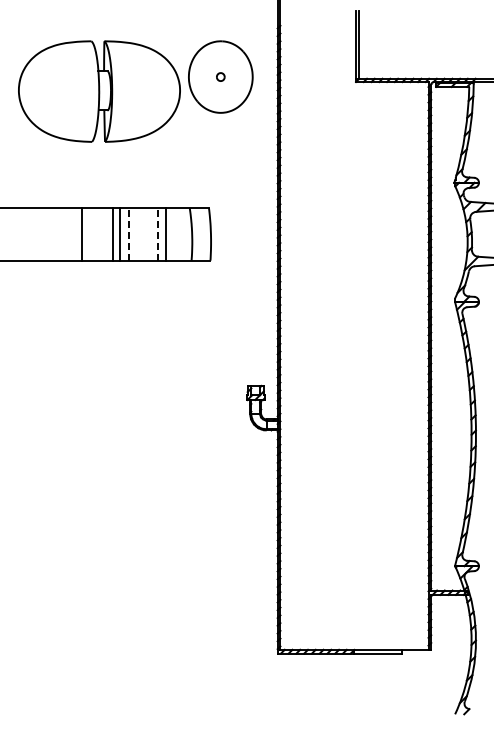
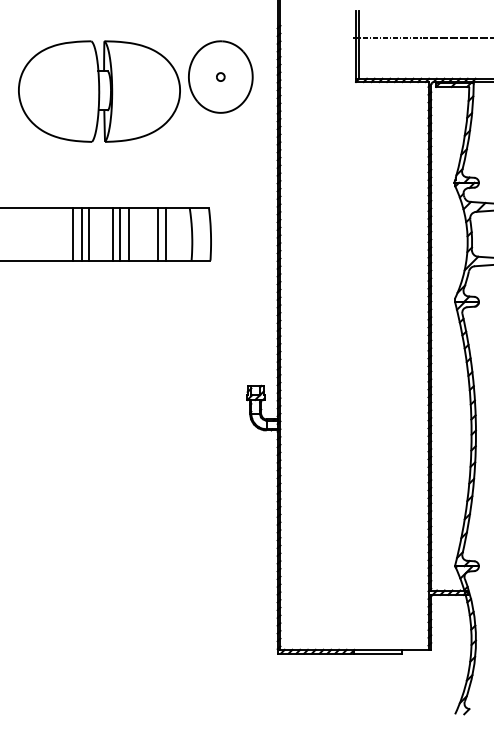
line at (420, 38): none -> present
line at (128, 233): dashed -> solid
line at (158, 233): dashed -> solid
line at (73, 234): none -> present
line at (88, 234): none -> present
